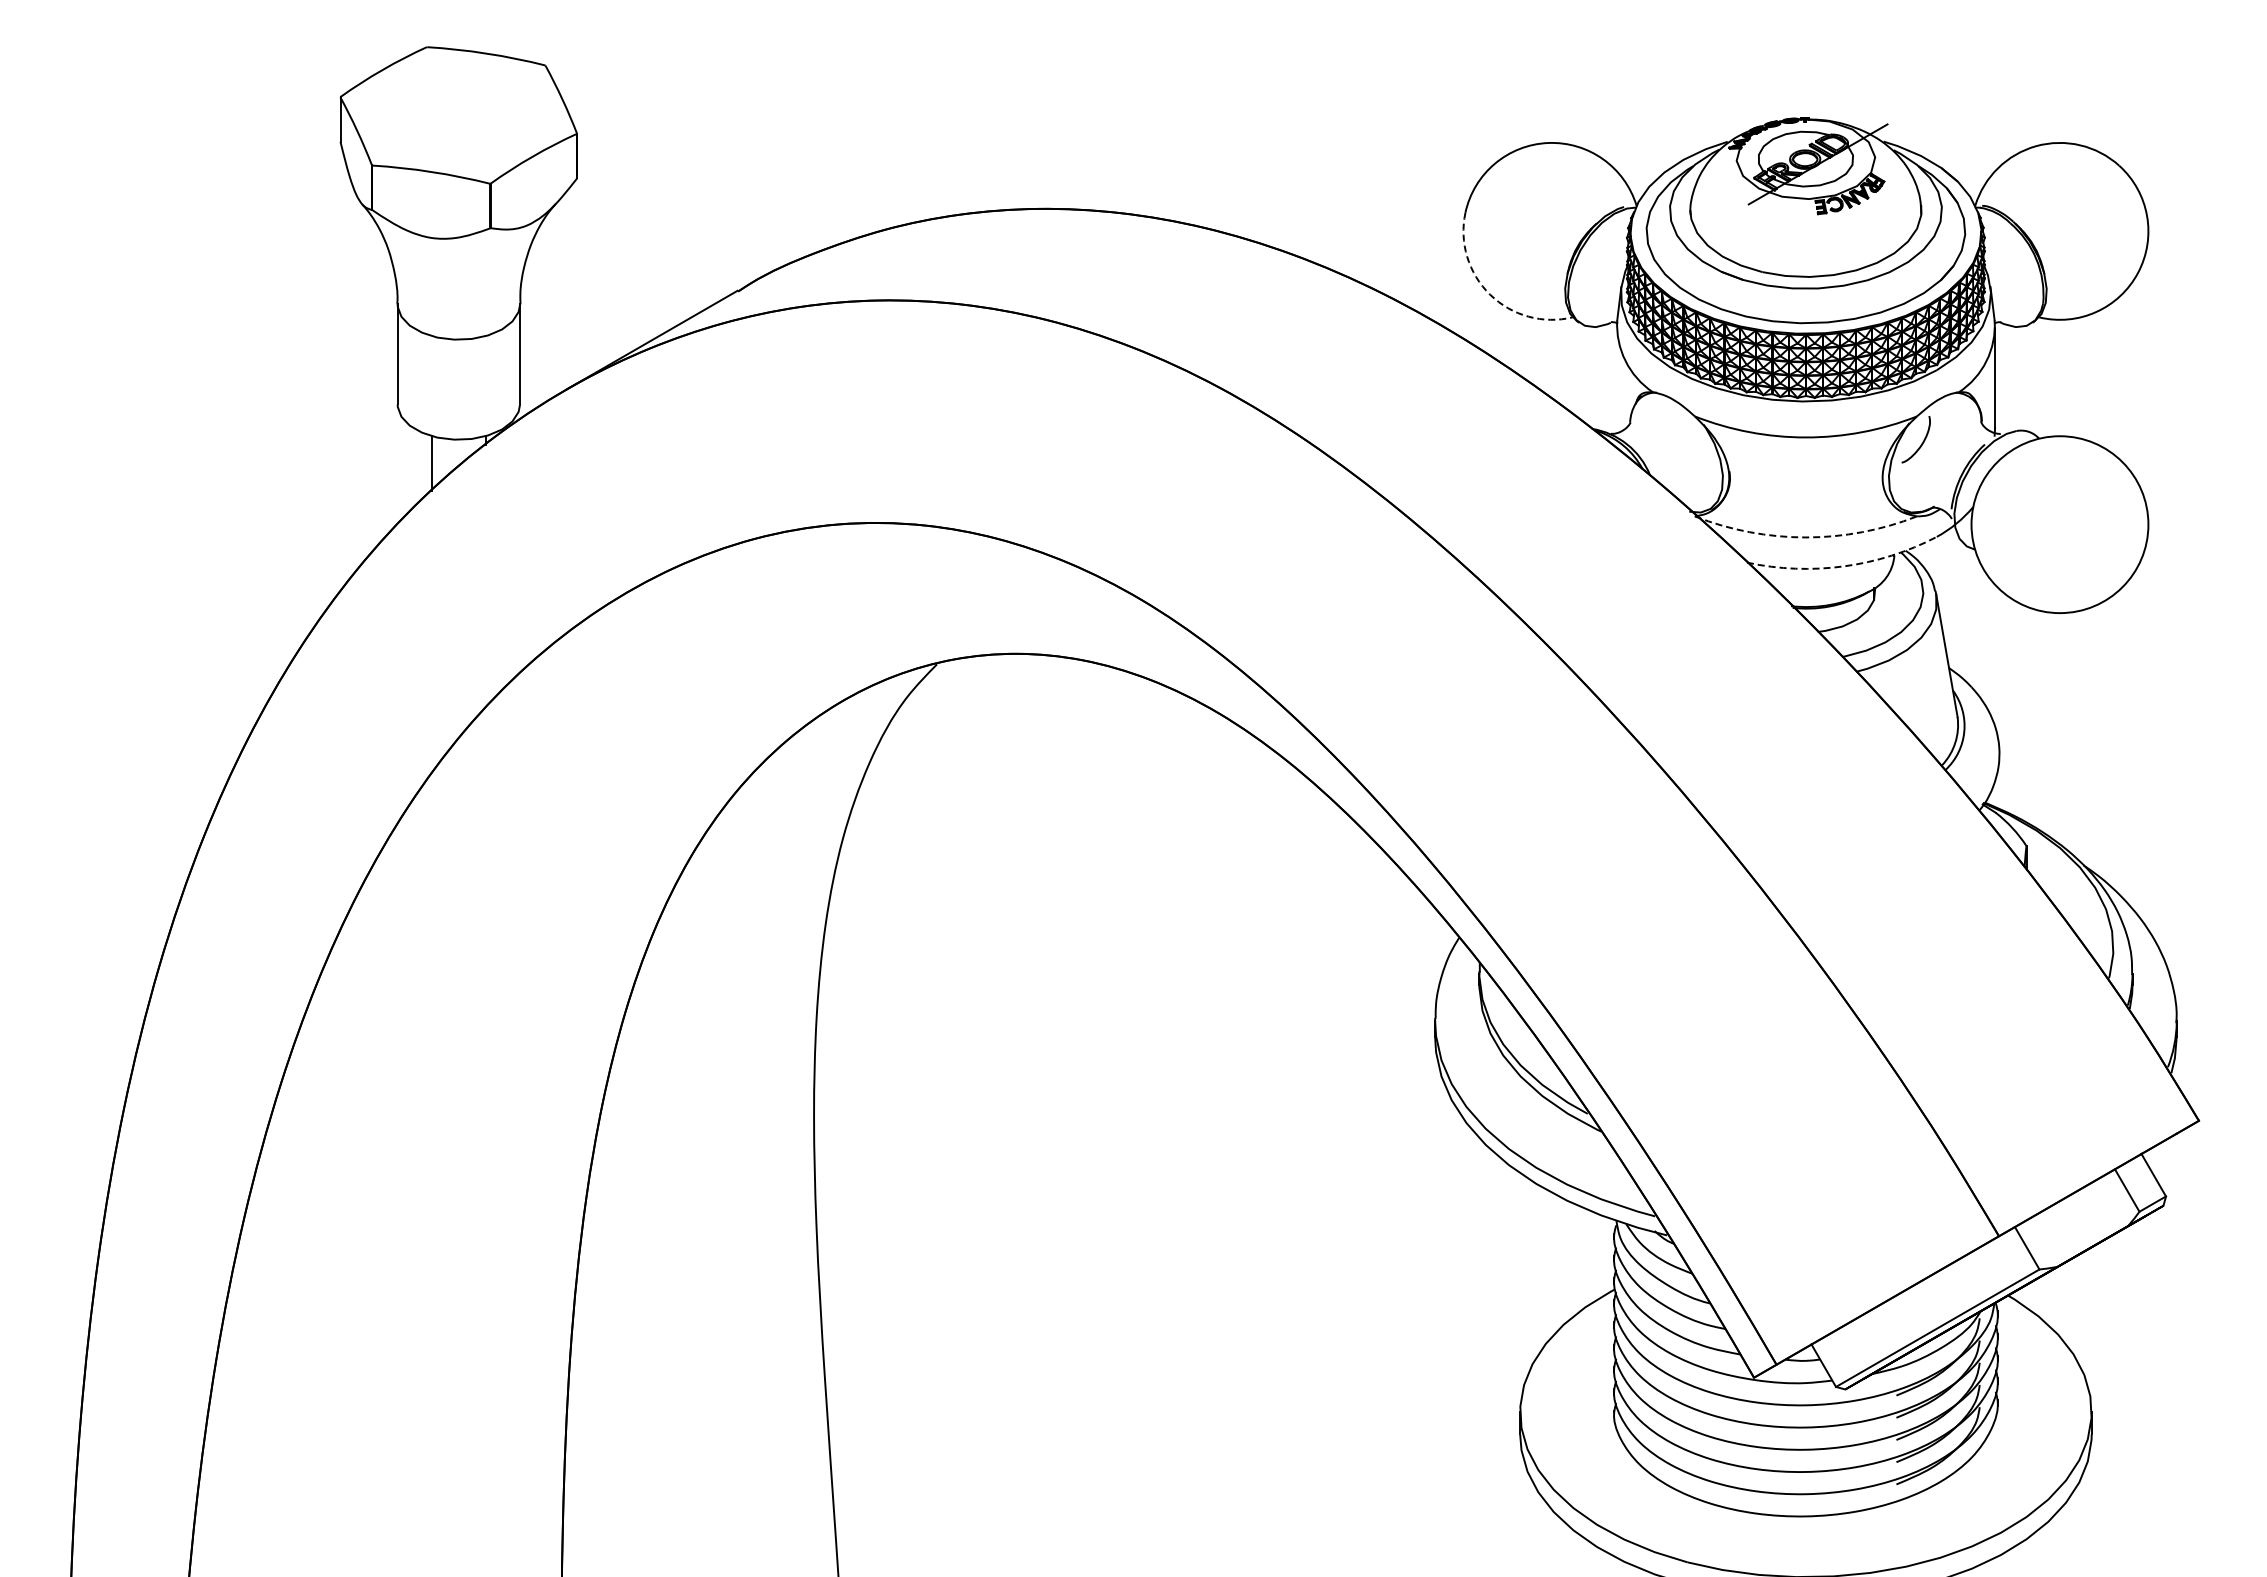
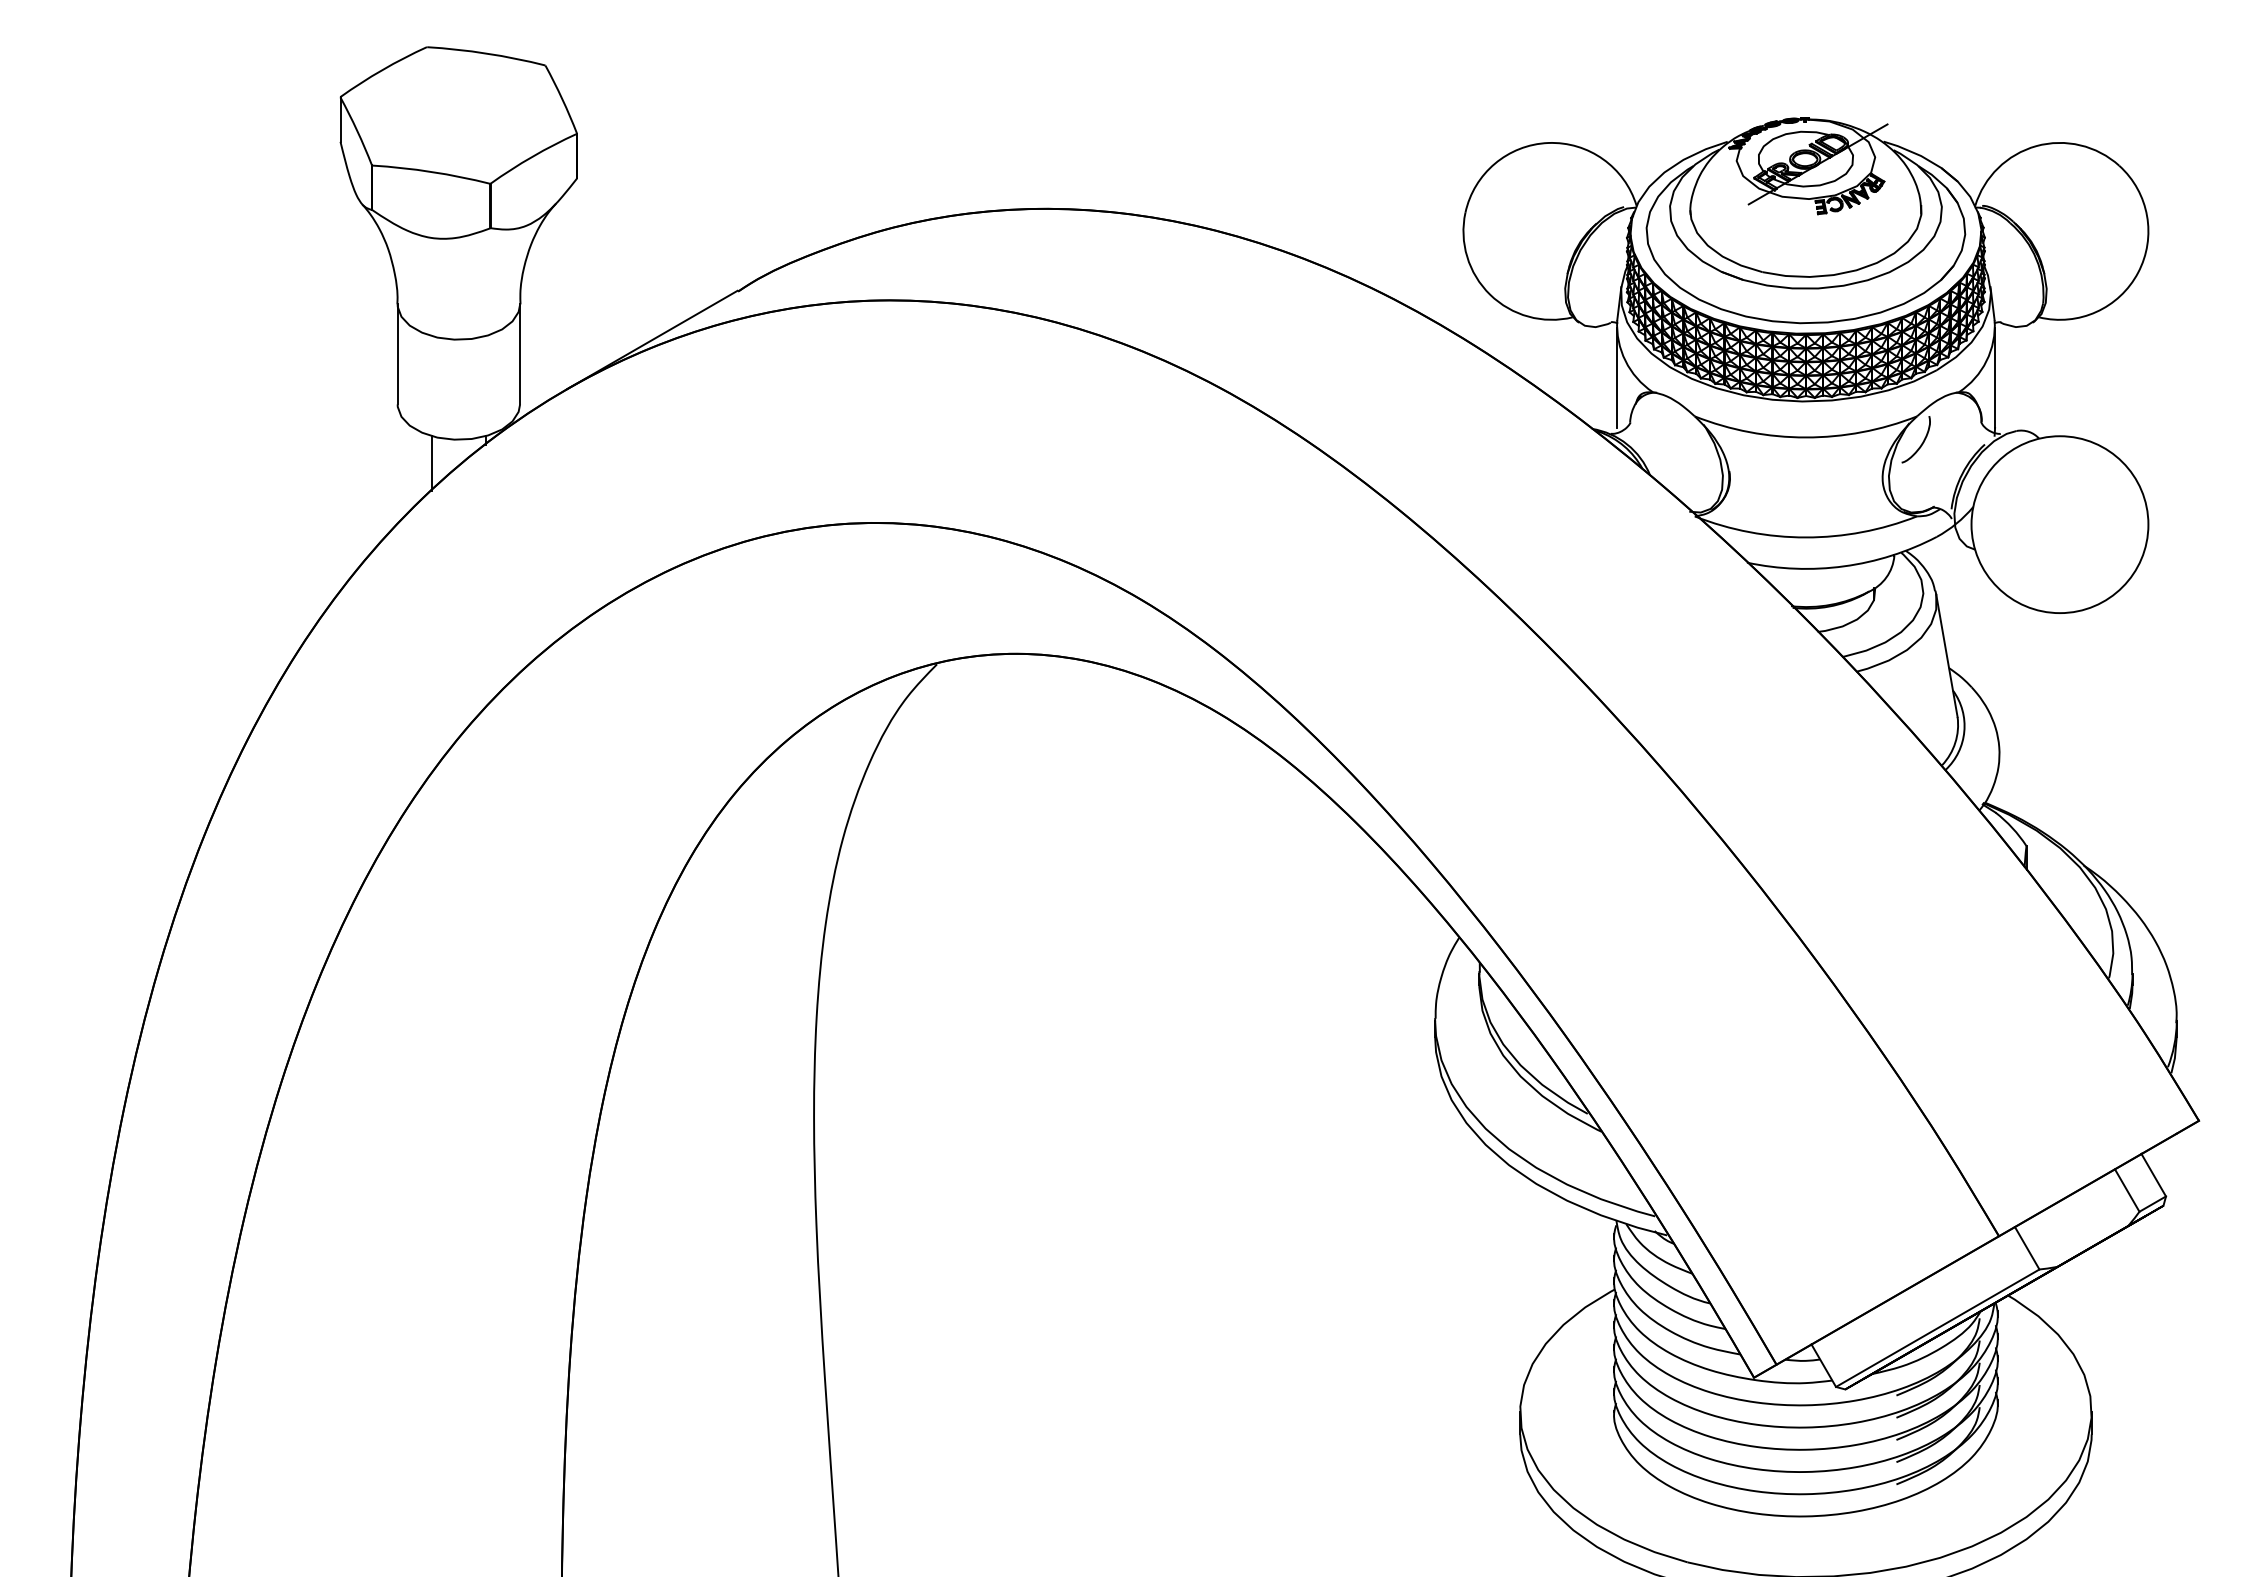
arc at (1490, 294): dashed -> solid
line at (1616, 378): none -> present
arc at (1805, 537): dashed -> solid
arc at (1844, 566): dashed -> solid
